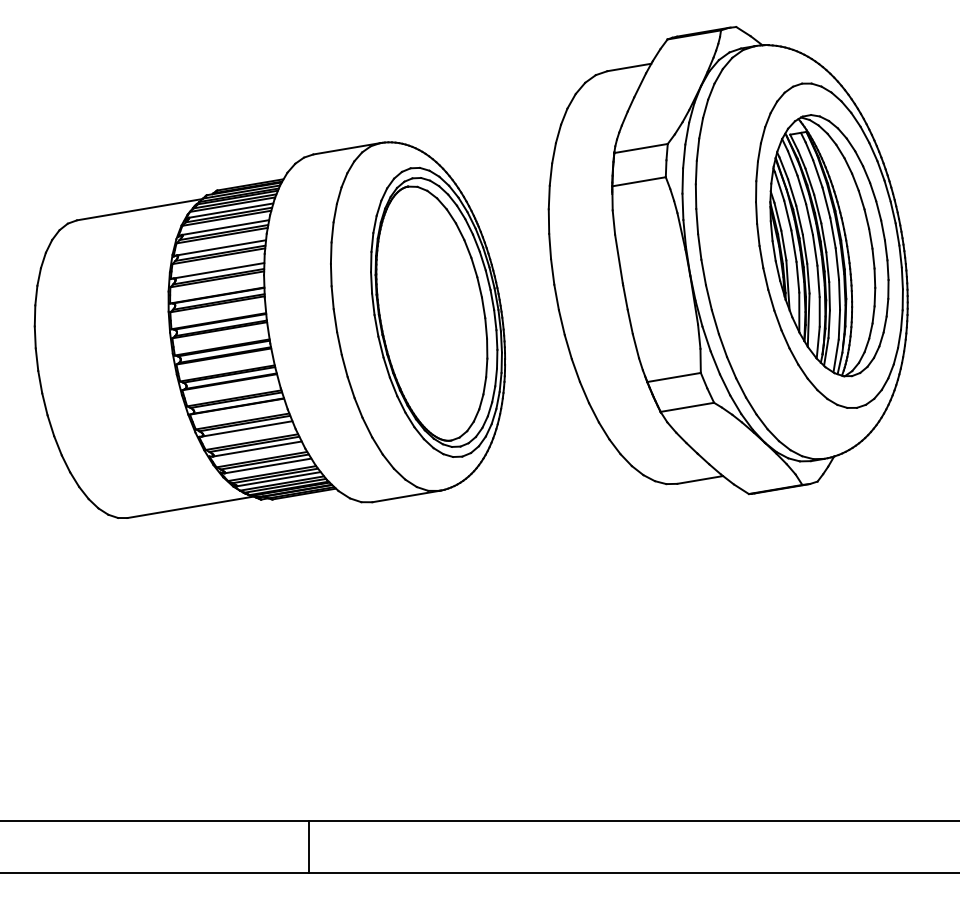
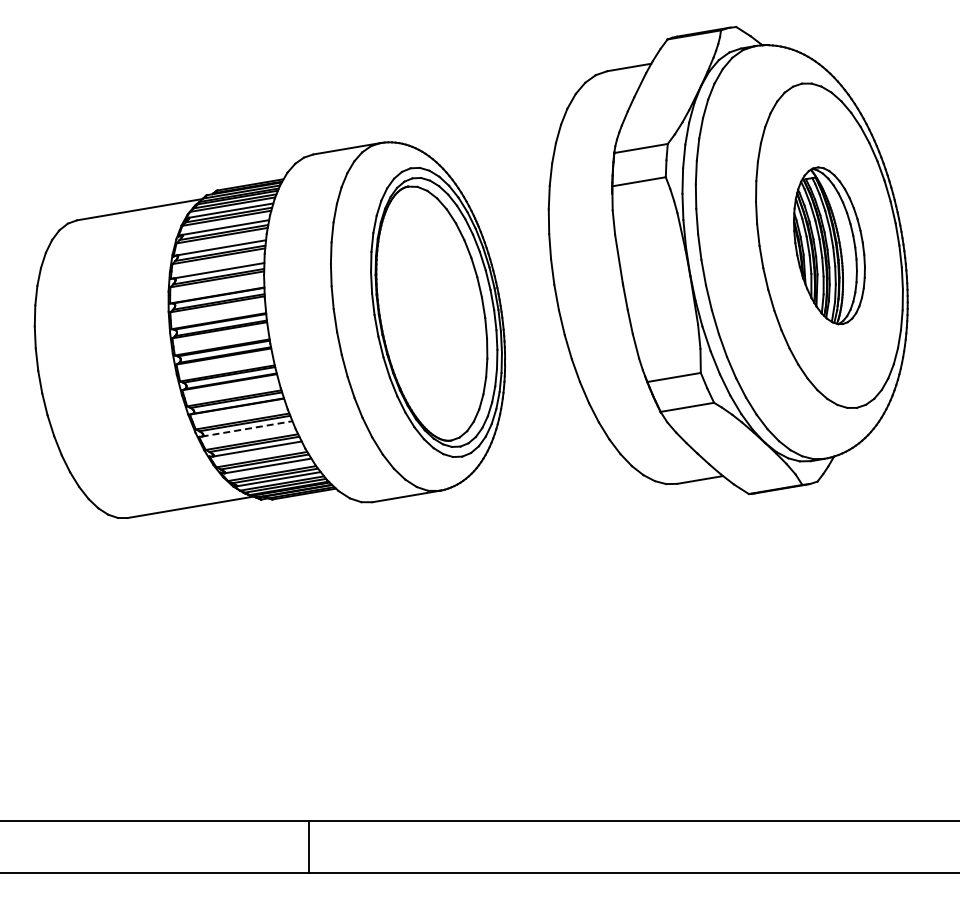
part at (829, 245) size: 121x264 px -> 73x160 px
line at (247, 428): solid -> dashed
